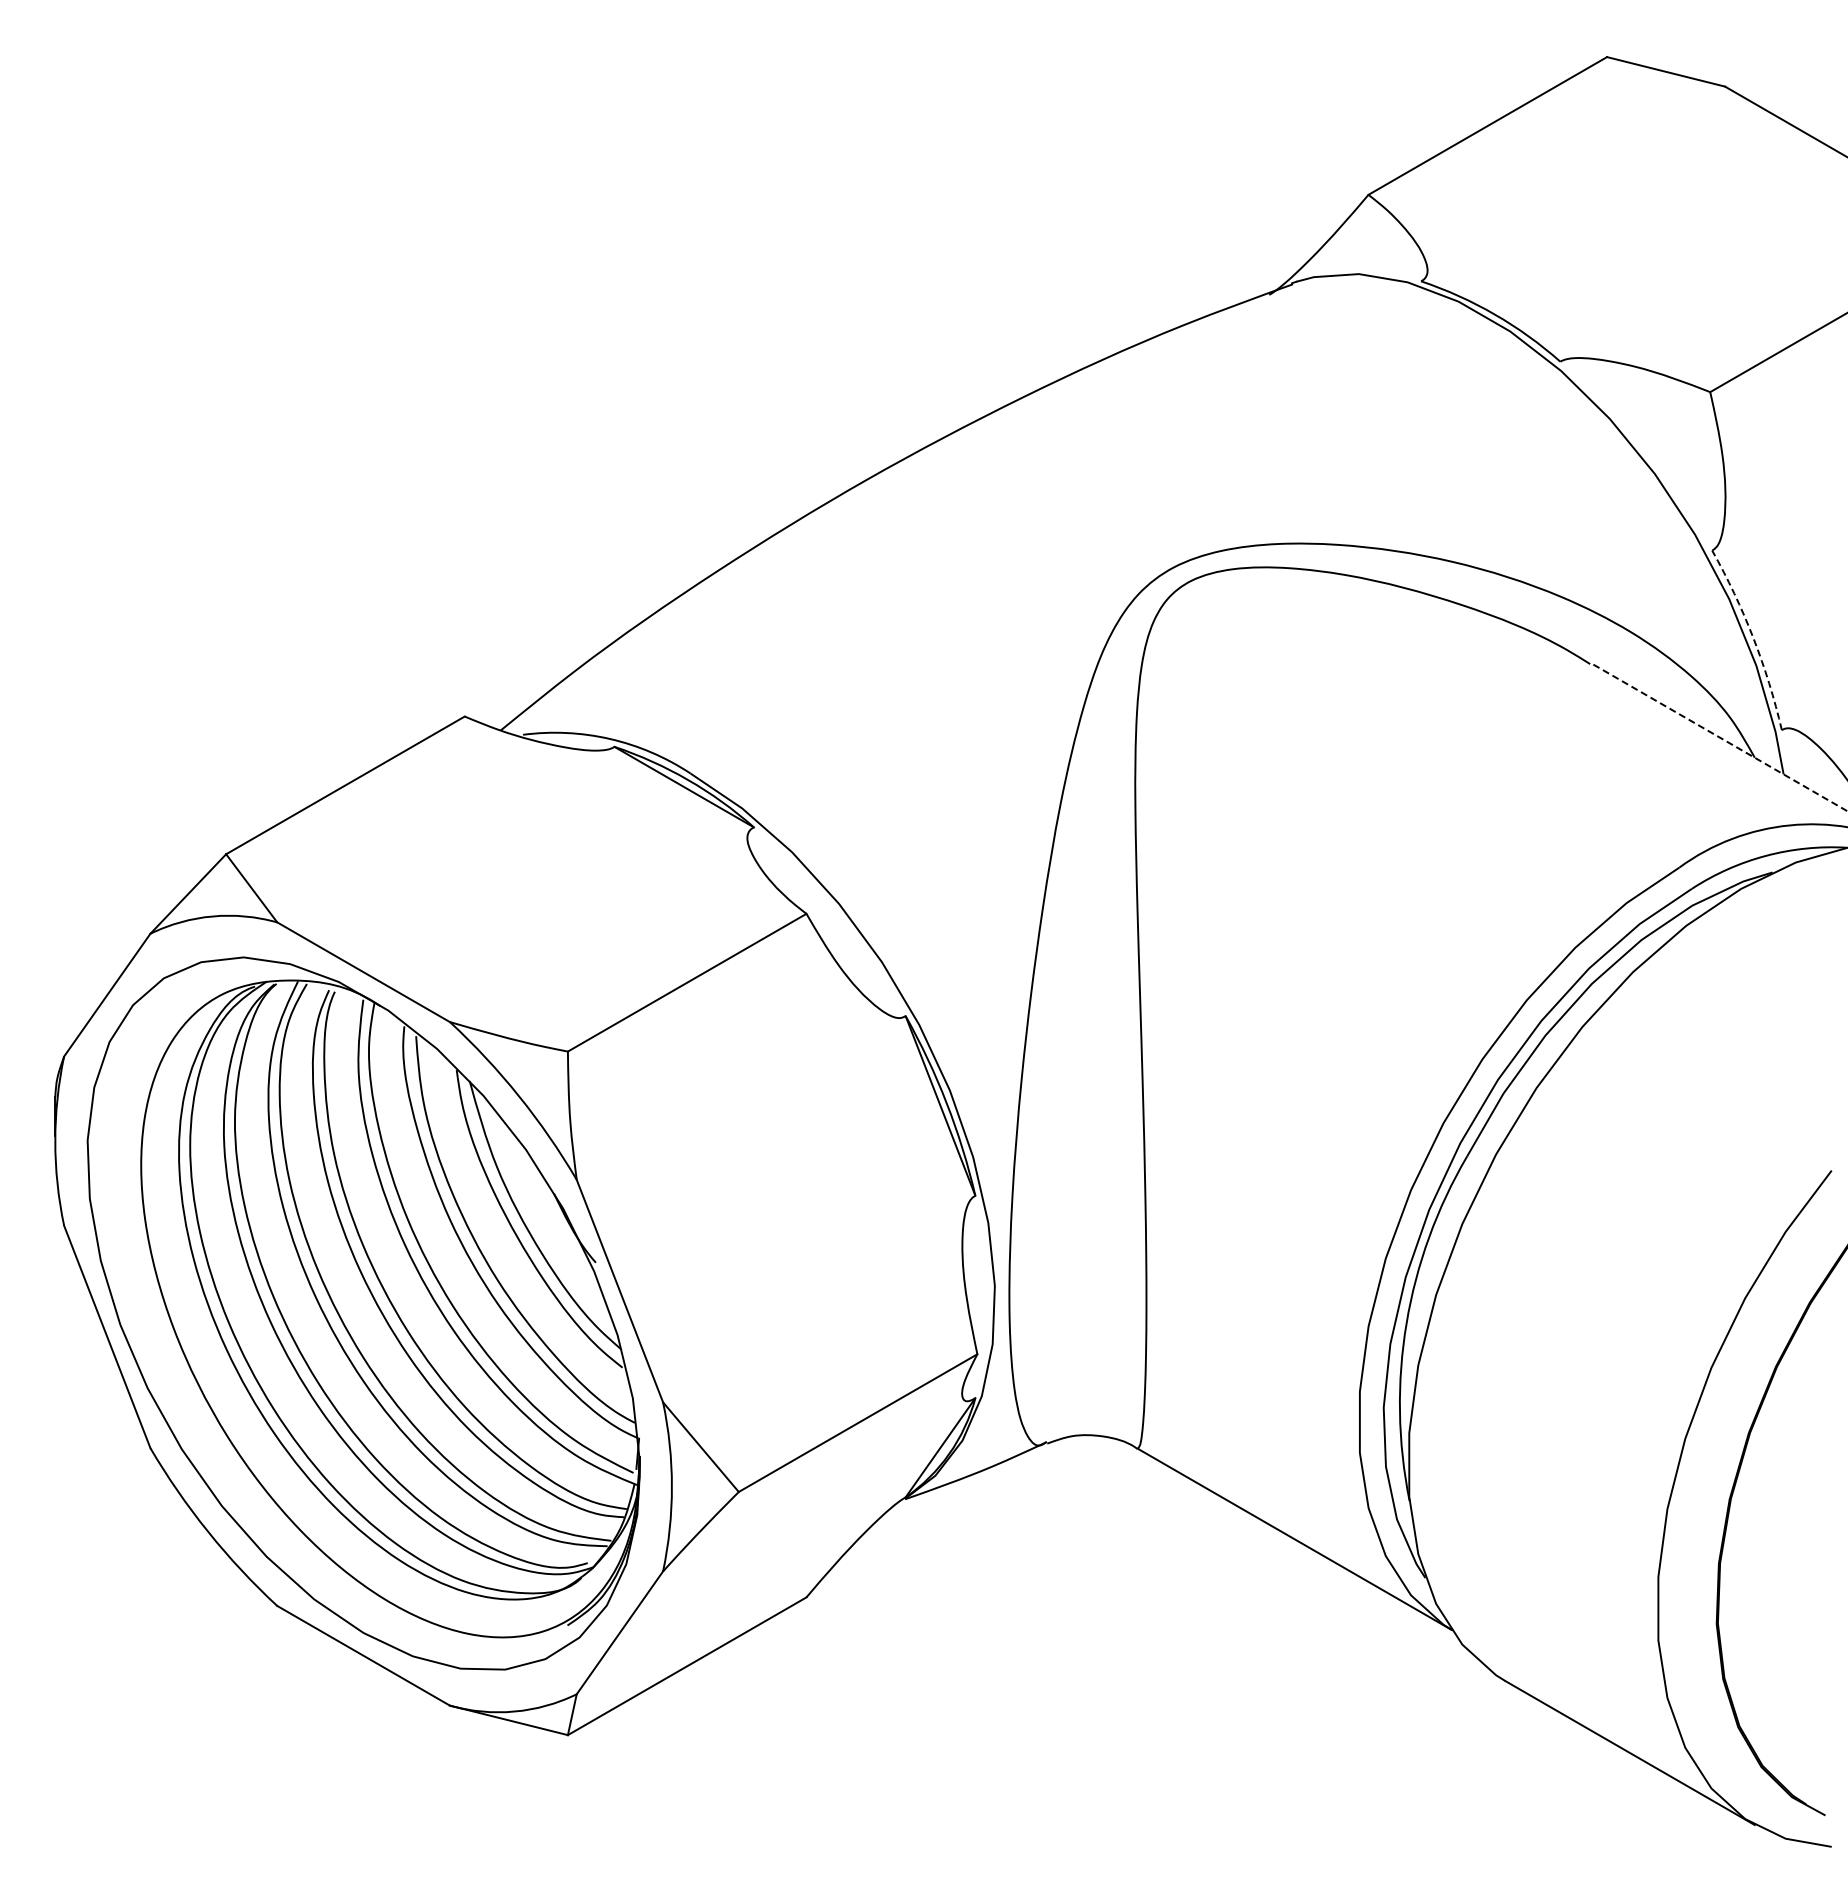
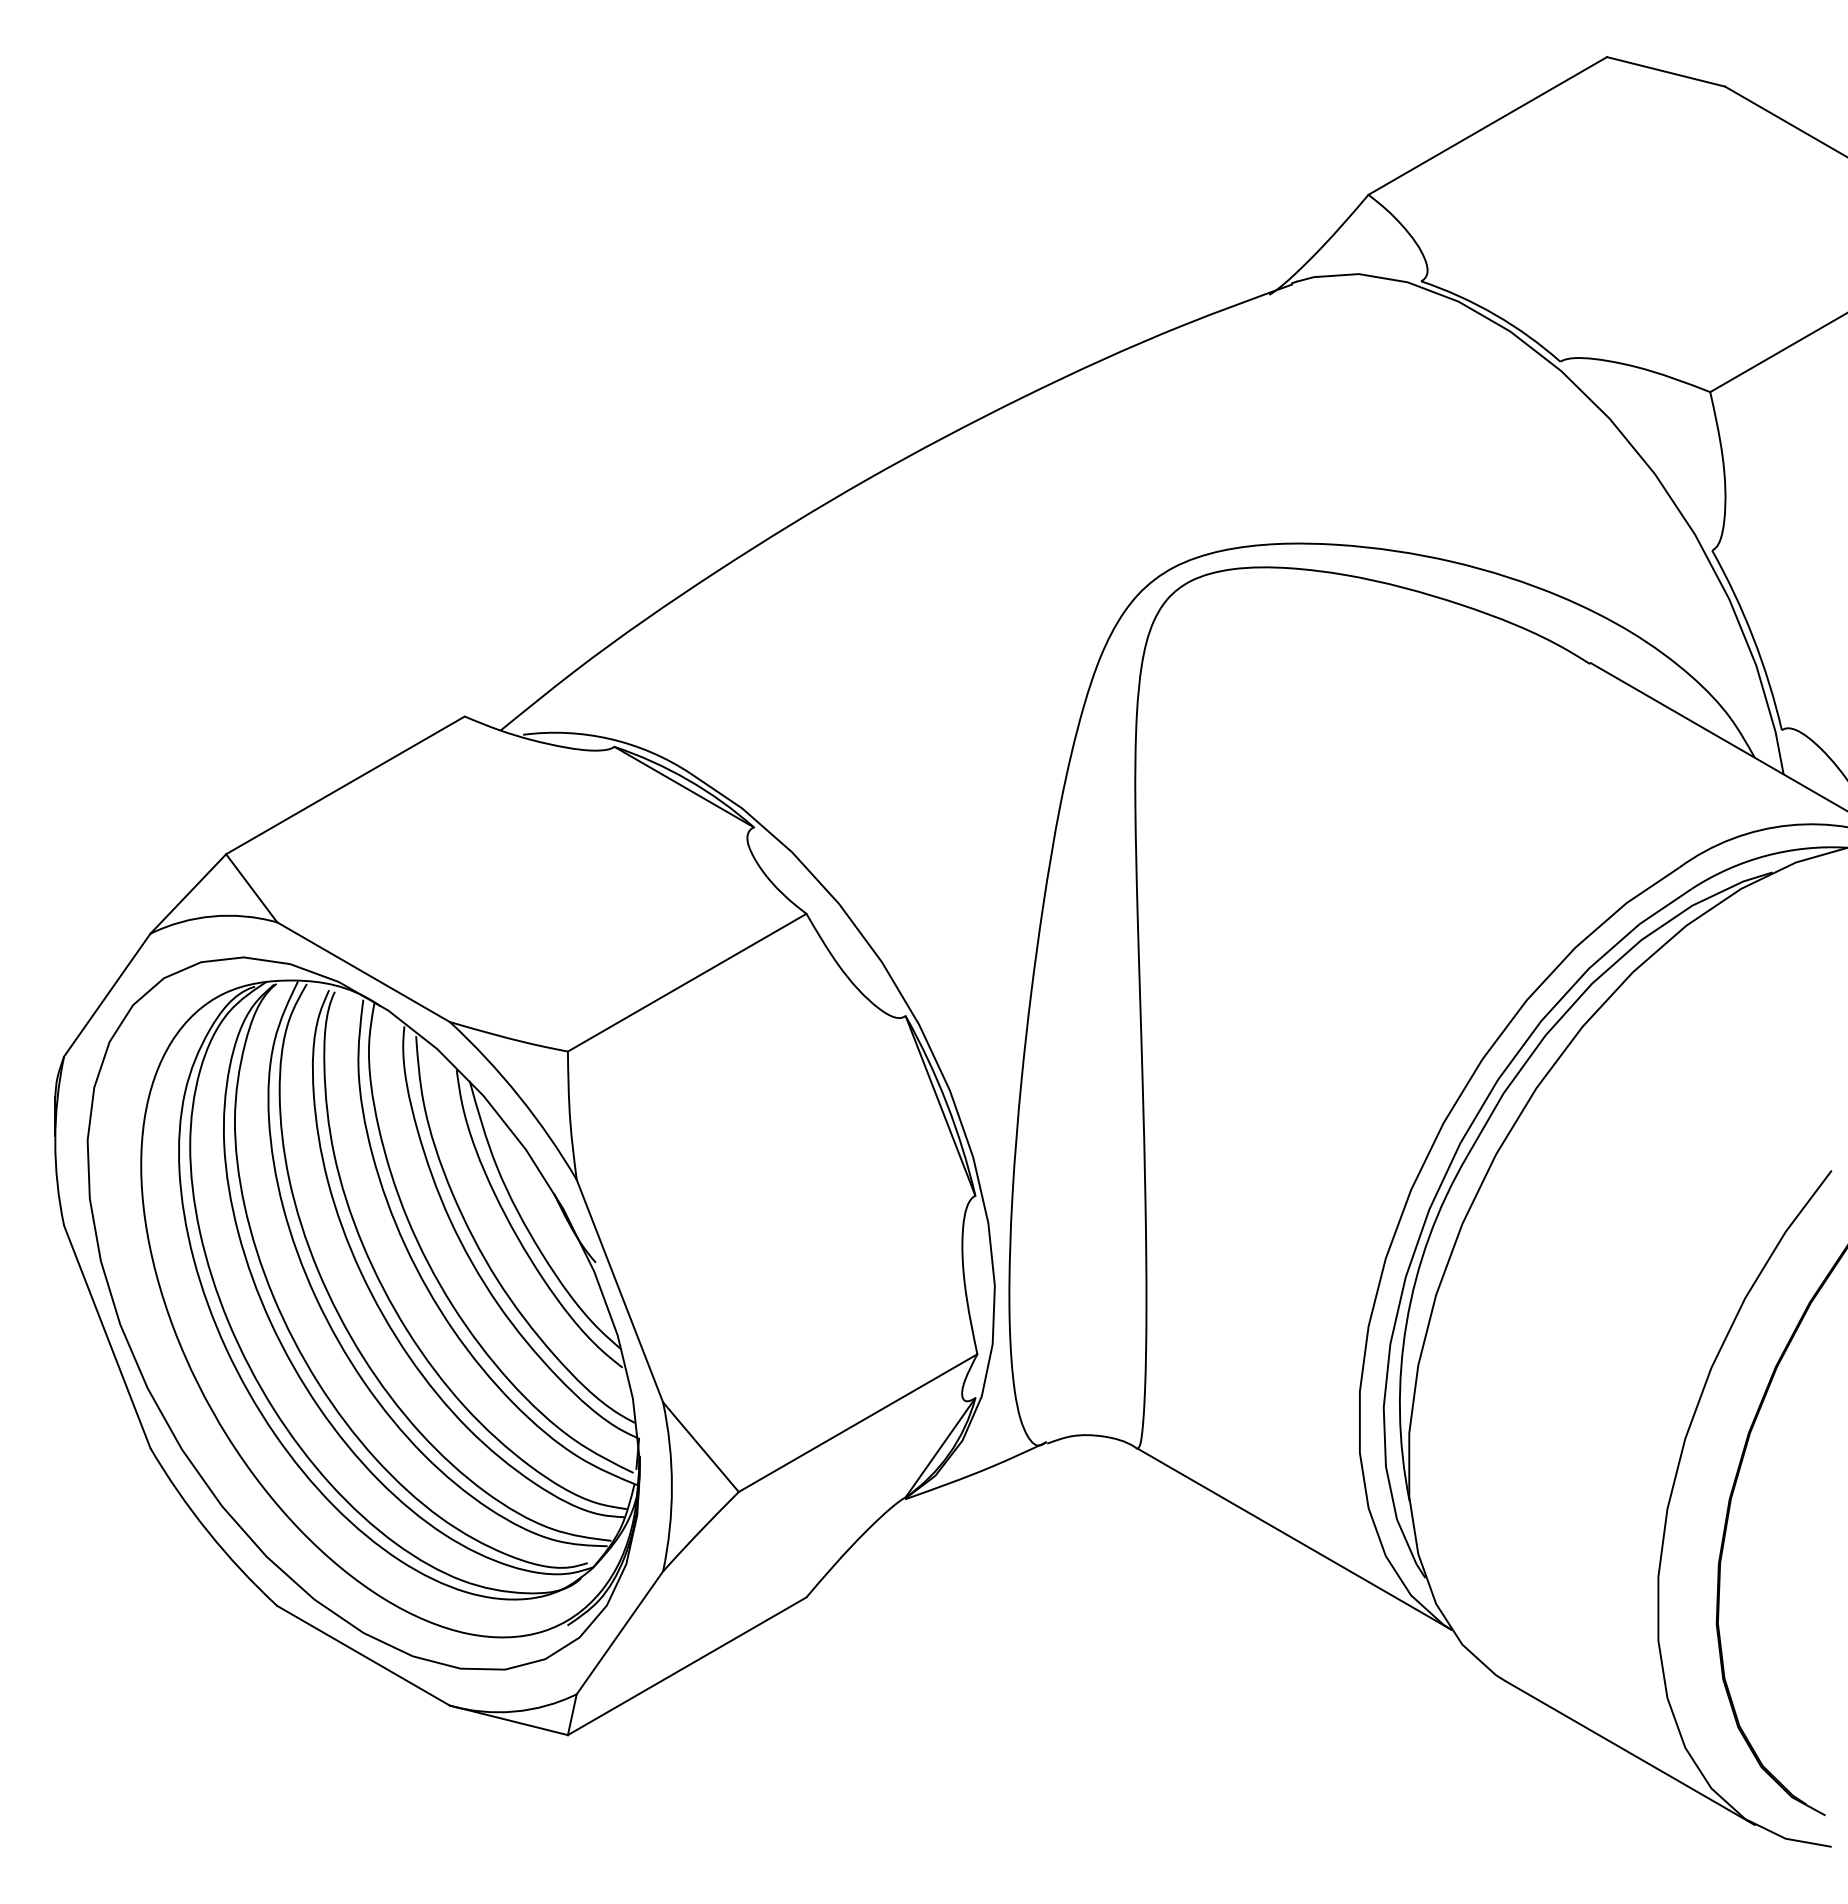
arc at (1753, 637): dashed -> solid
line at (1718, 736): dashed -> solid
